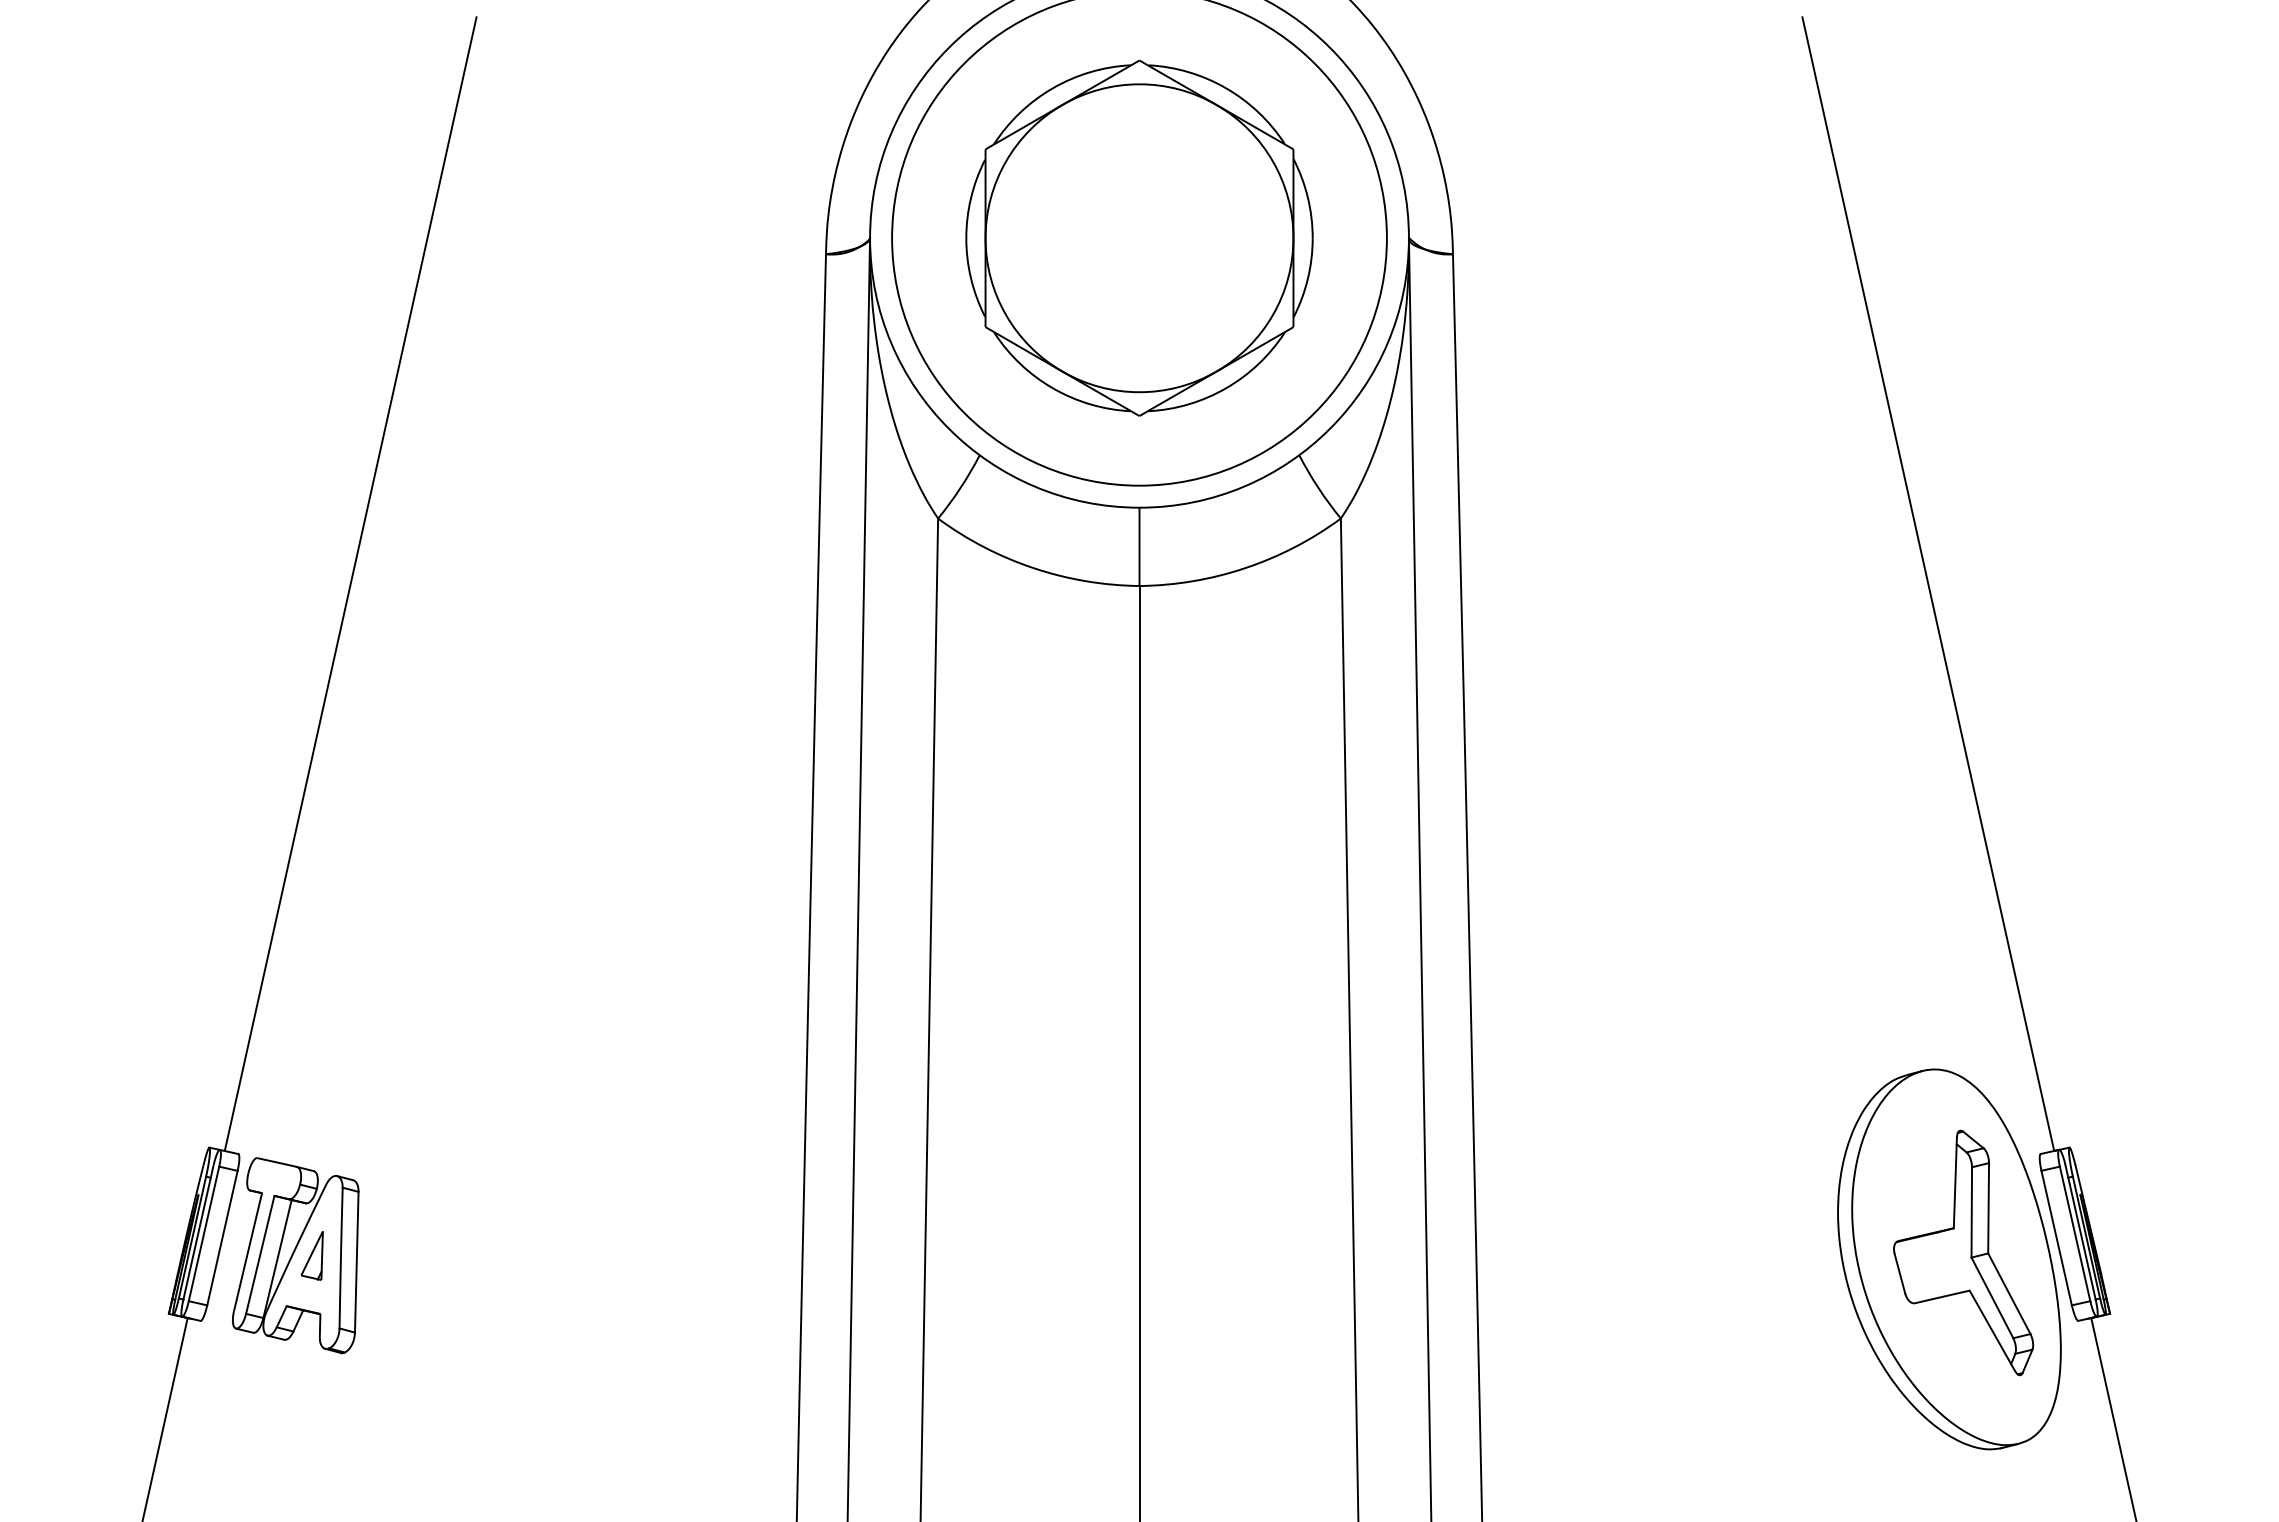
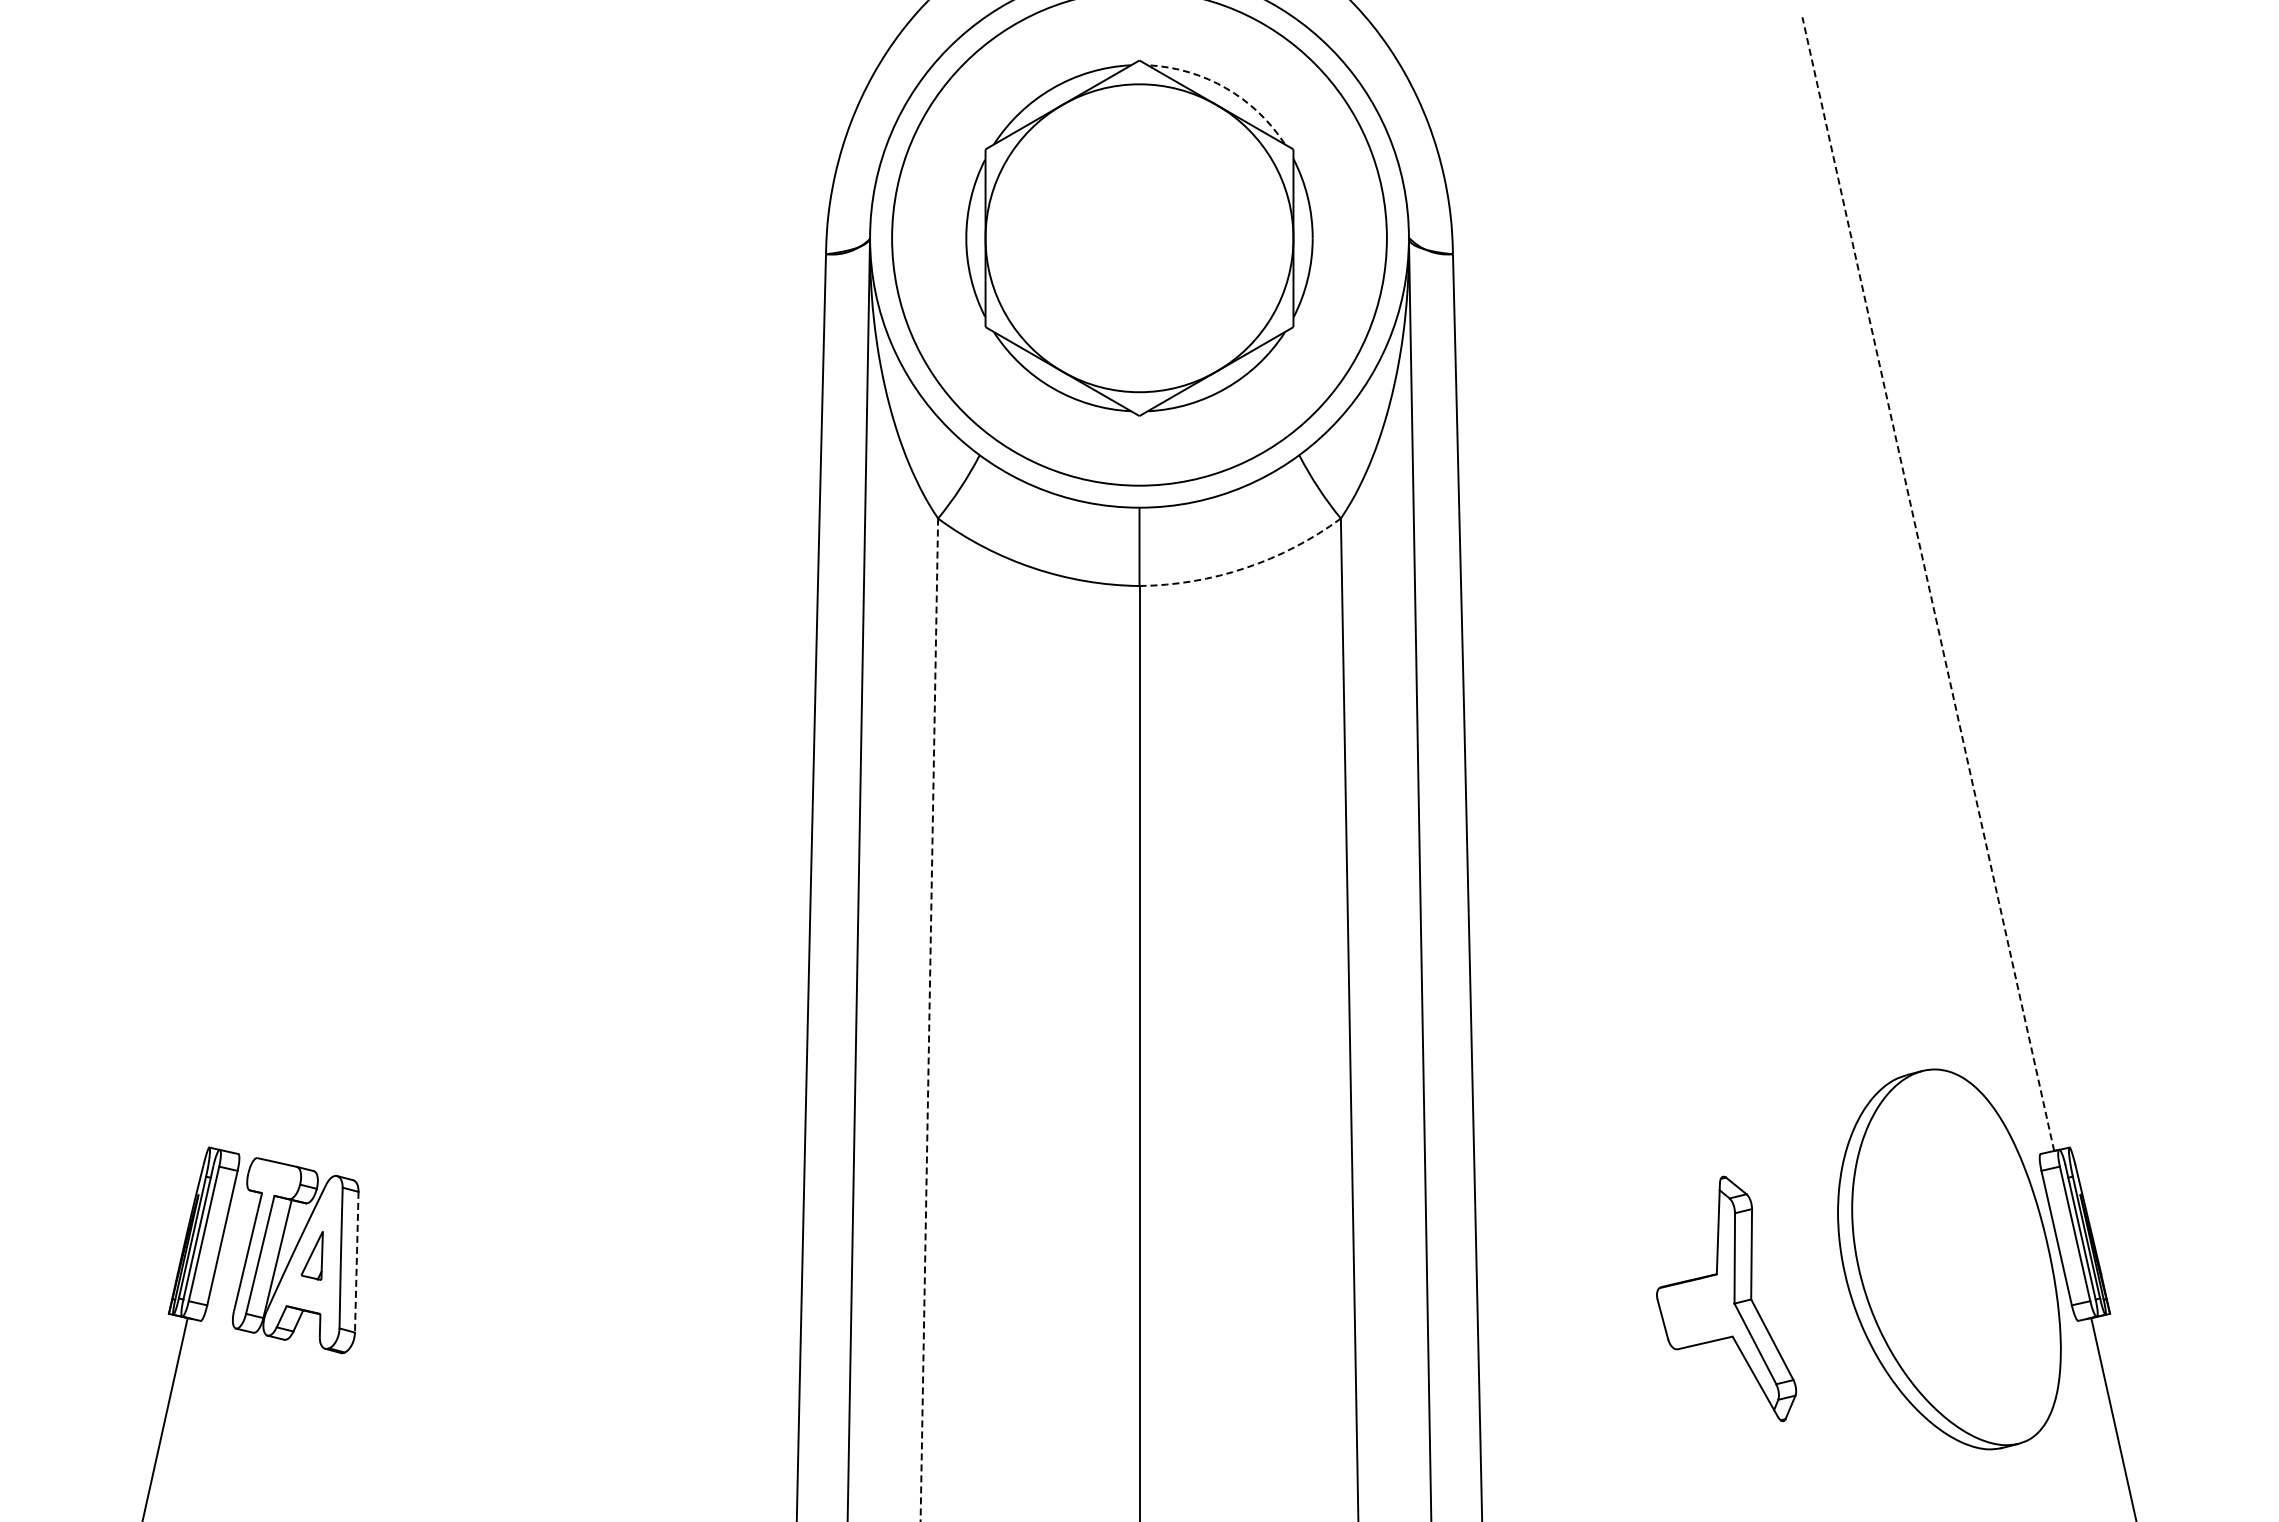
arc at (1226, 88): solid -> dashed
arc at (1245, 568): solid -> dashed
line at (350, 583): present -> none
line at (1928, 584): solid -> dashed
line at (929, 1020): solid -> dashed
part at (1963, 1252) position: (1963, 1252) -> (1726, 1298)
line at (356, 1262): solid -> dashed
